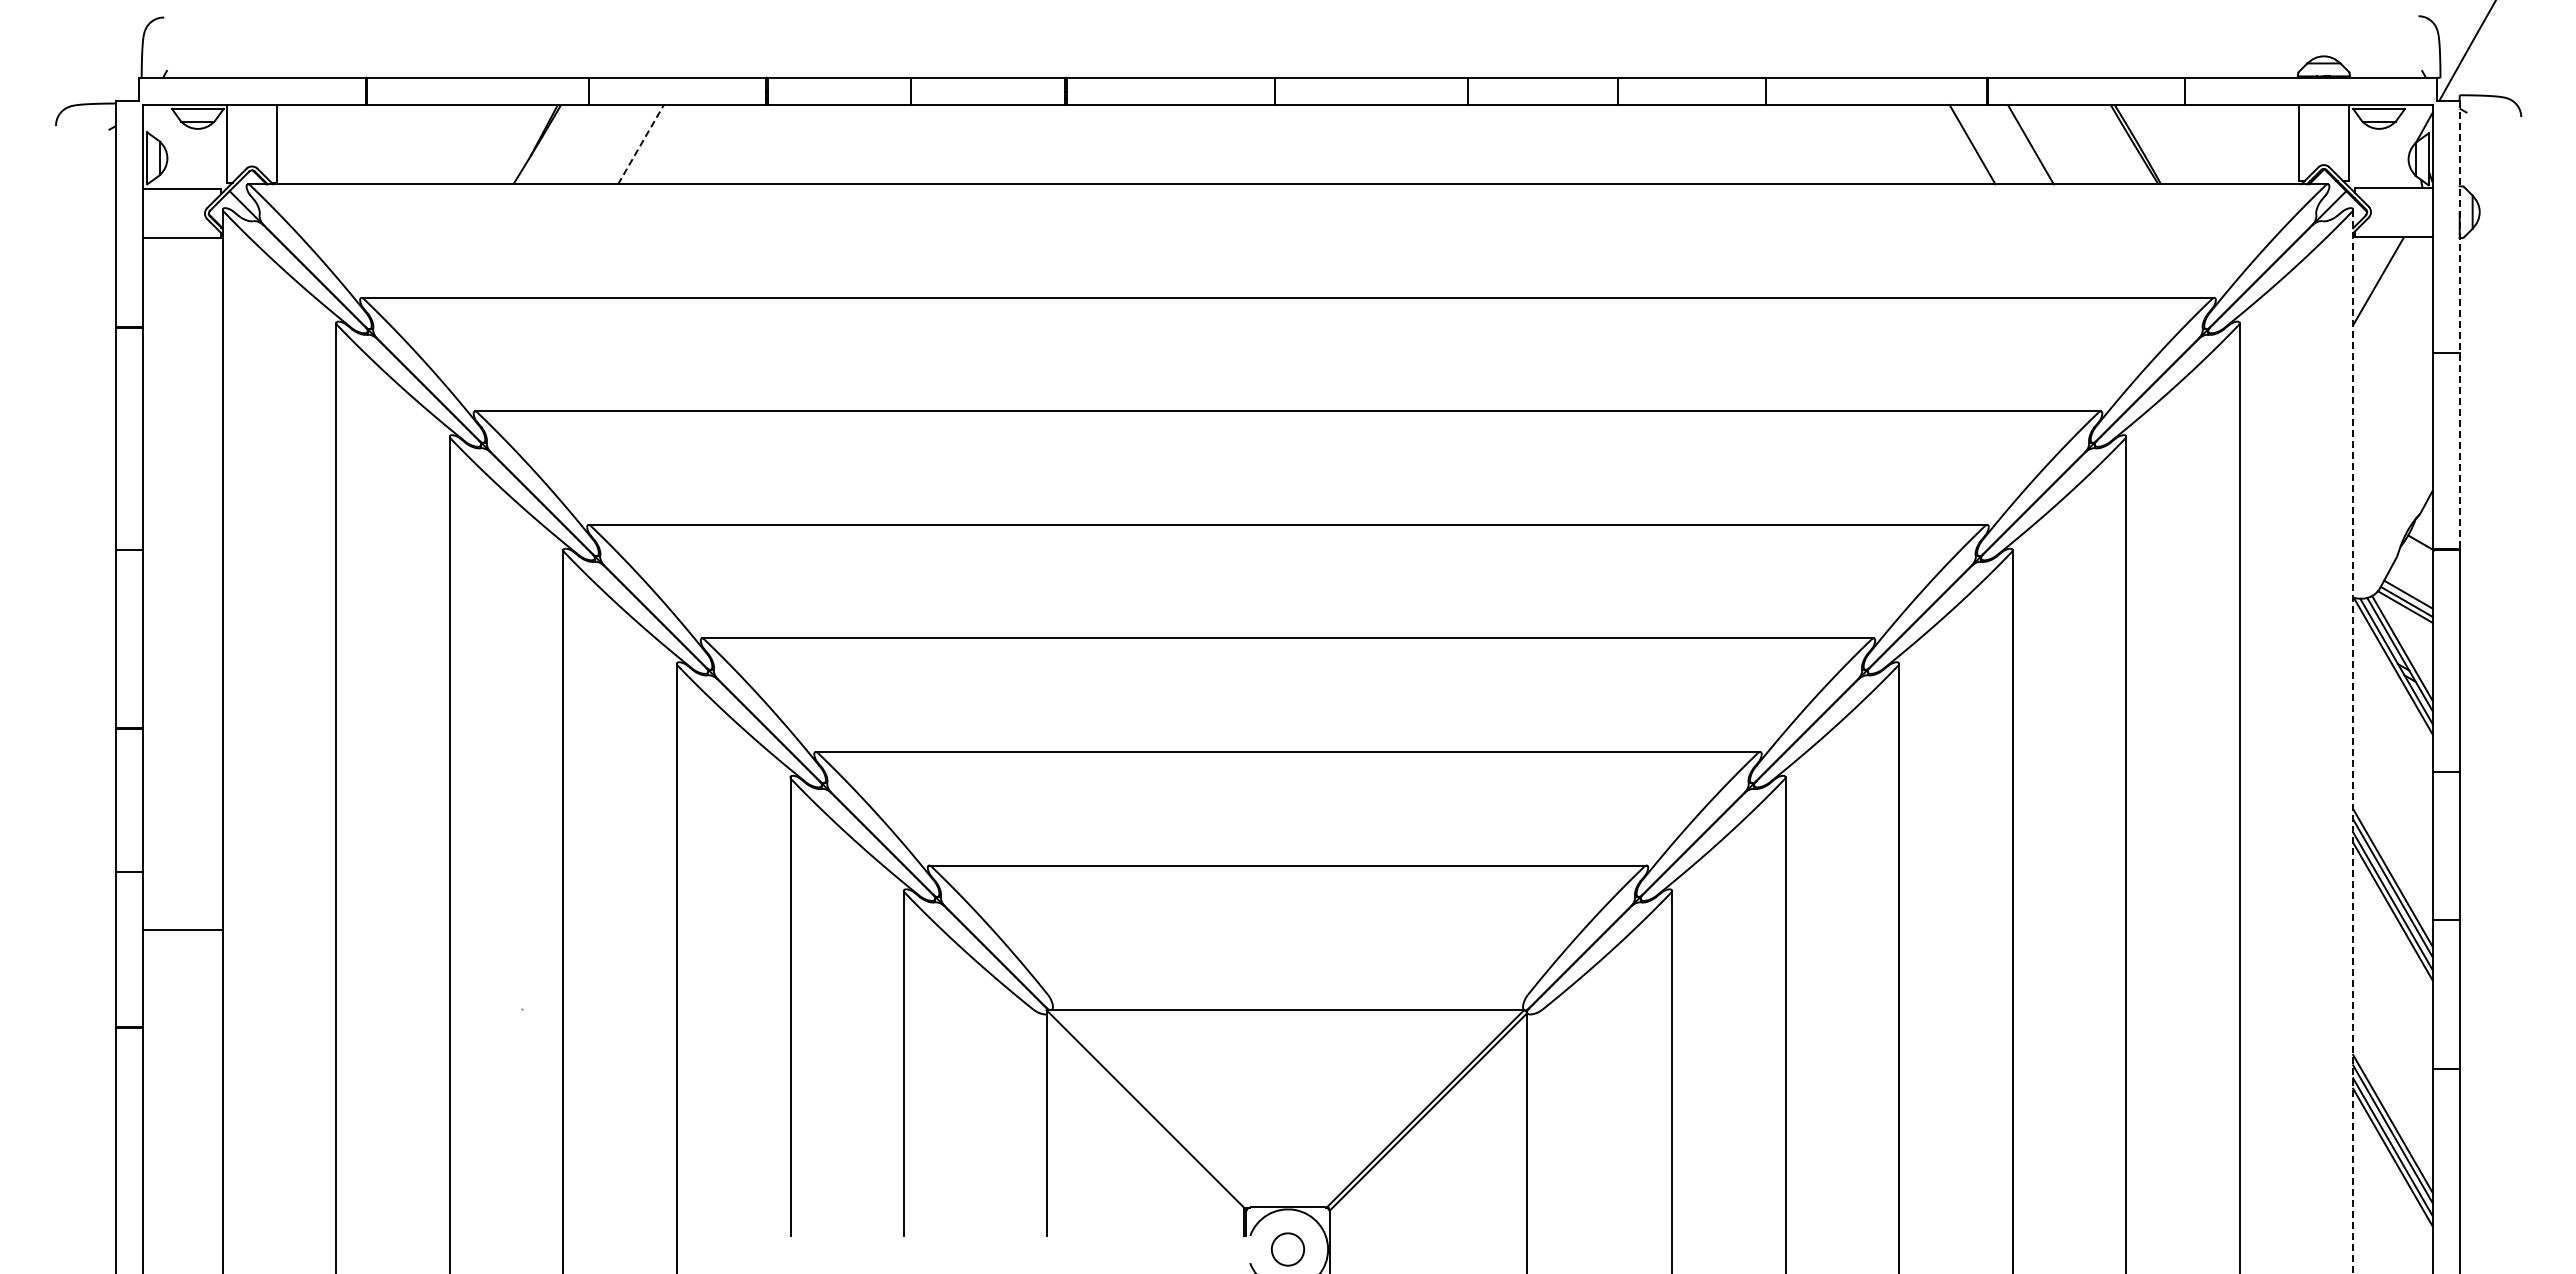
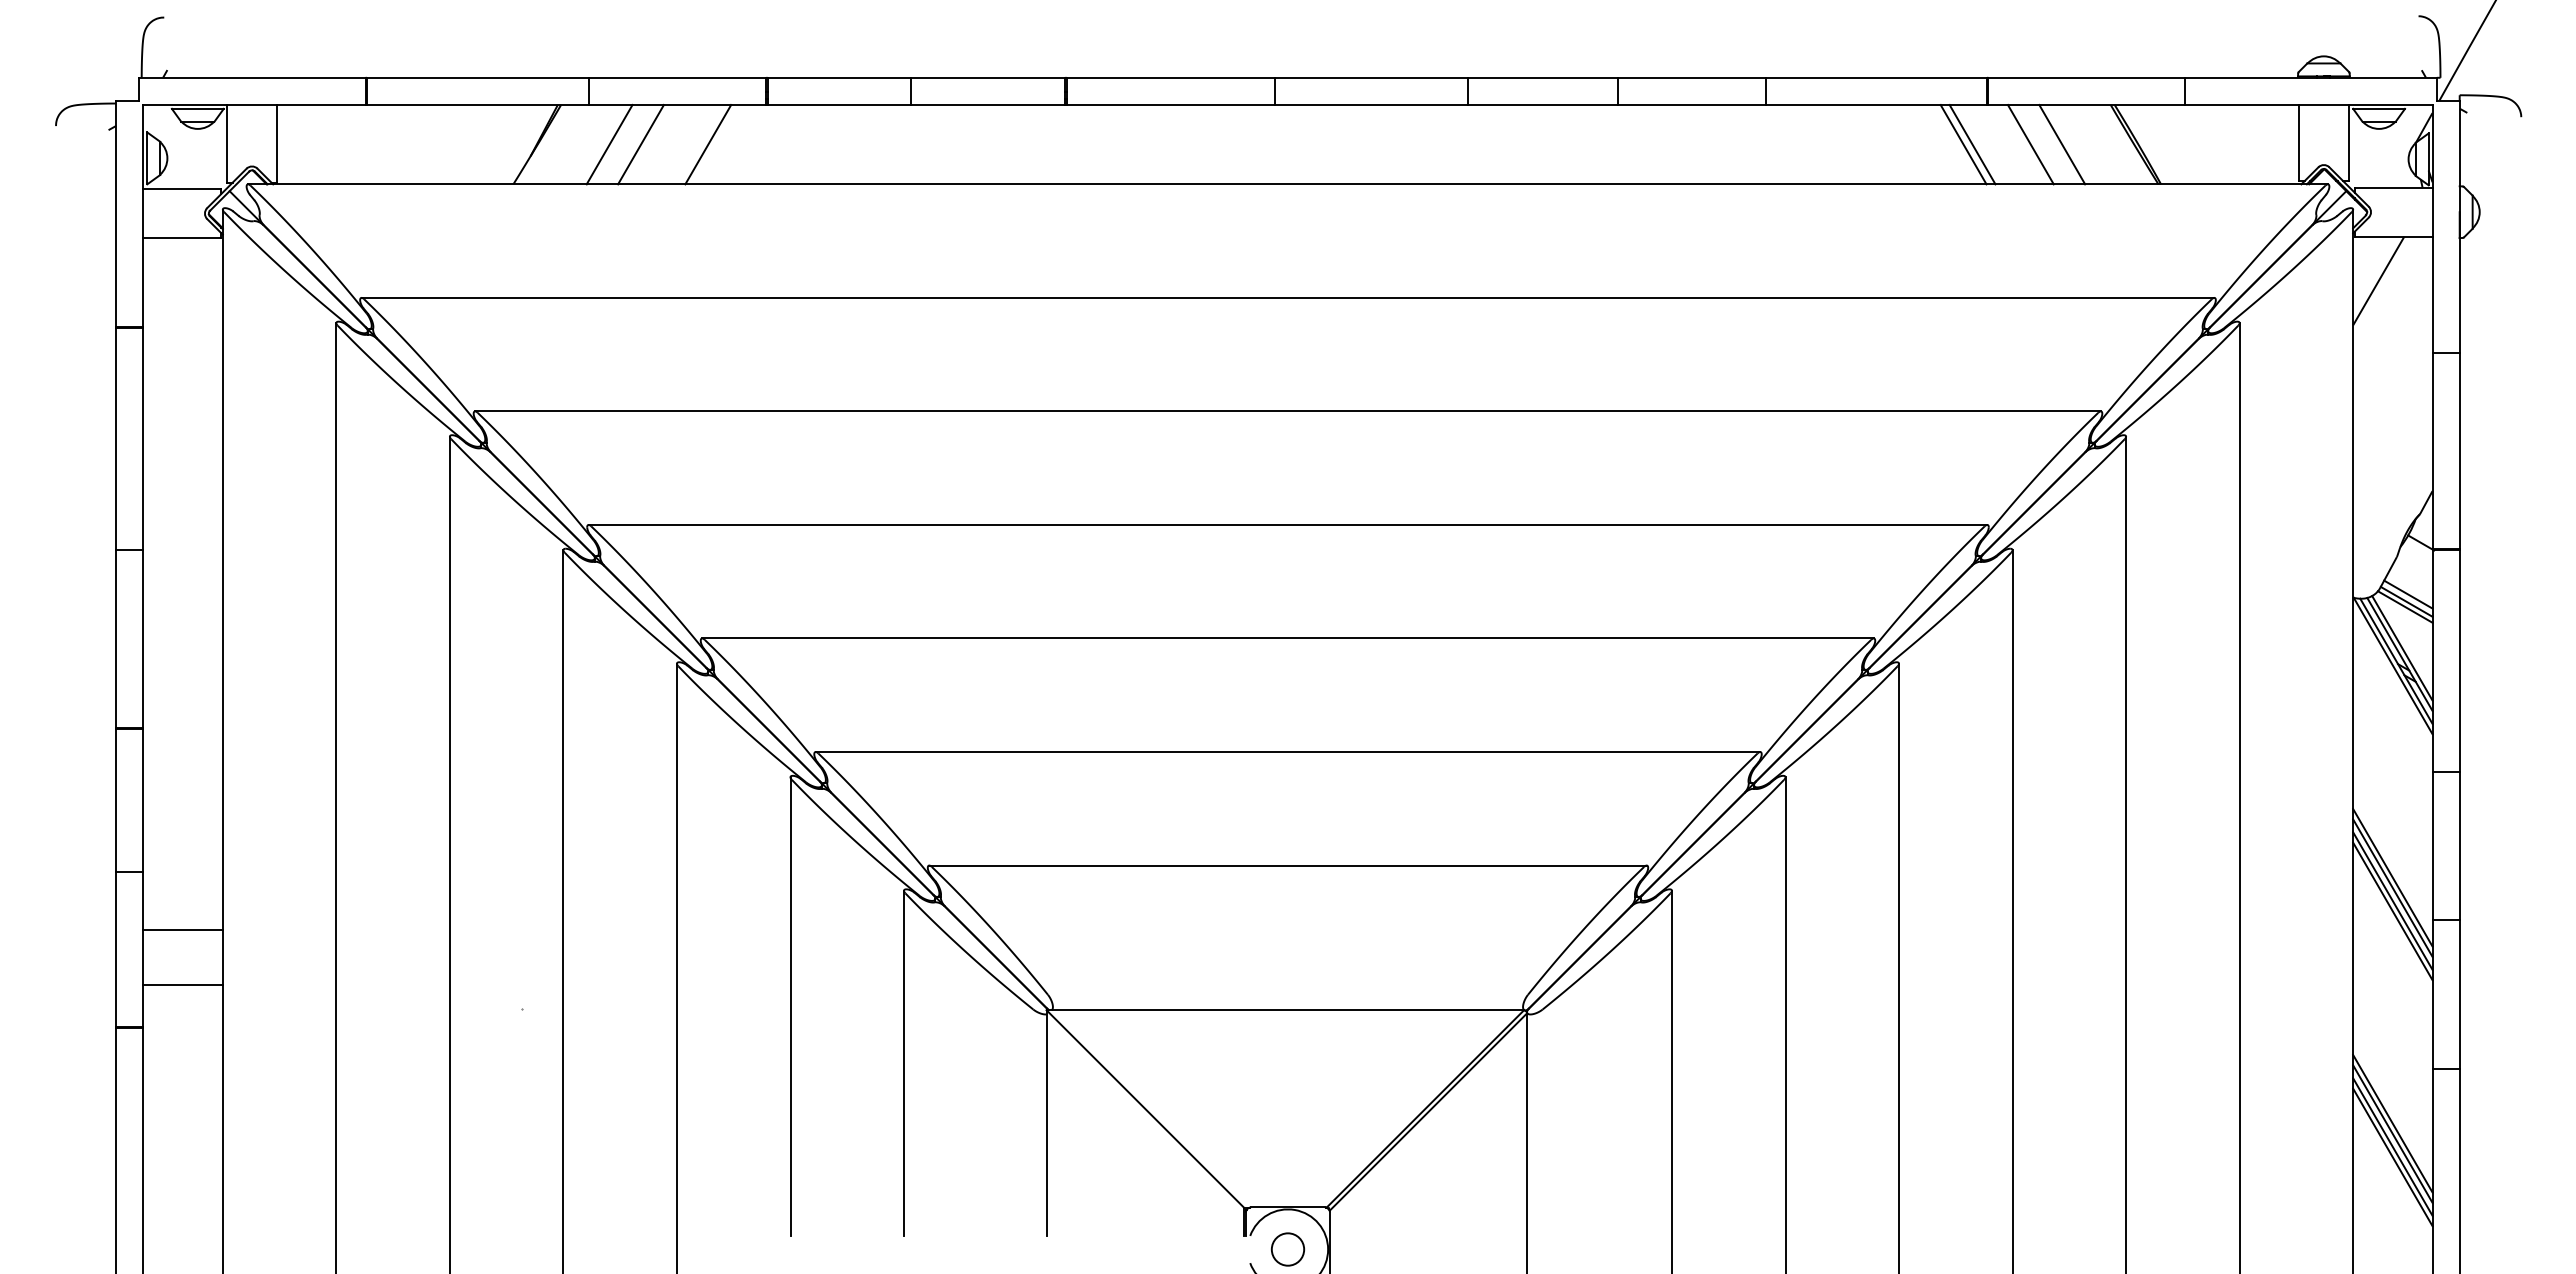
line at (609, 144): none -> present
line at (641, 144): dashed -> solid
line at (708, 144): none -> present
line at (1963, 144): none -> present
line at (2062, 144): none -> present
line at (2459, 325): dashed -> solid
line at (2353, 741): dashed -> solid
line at (182, 984): none -> present
